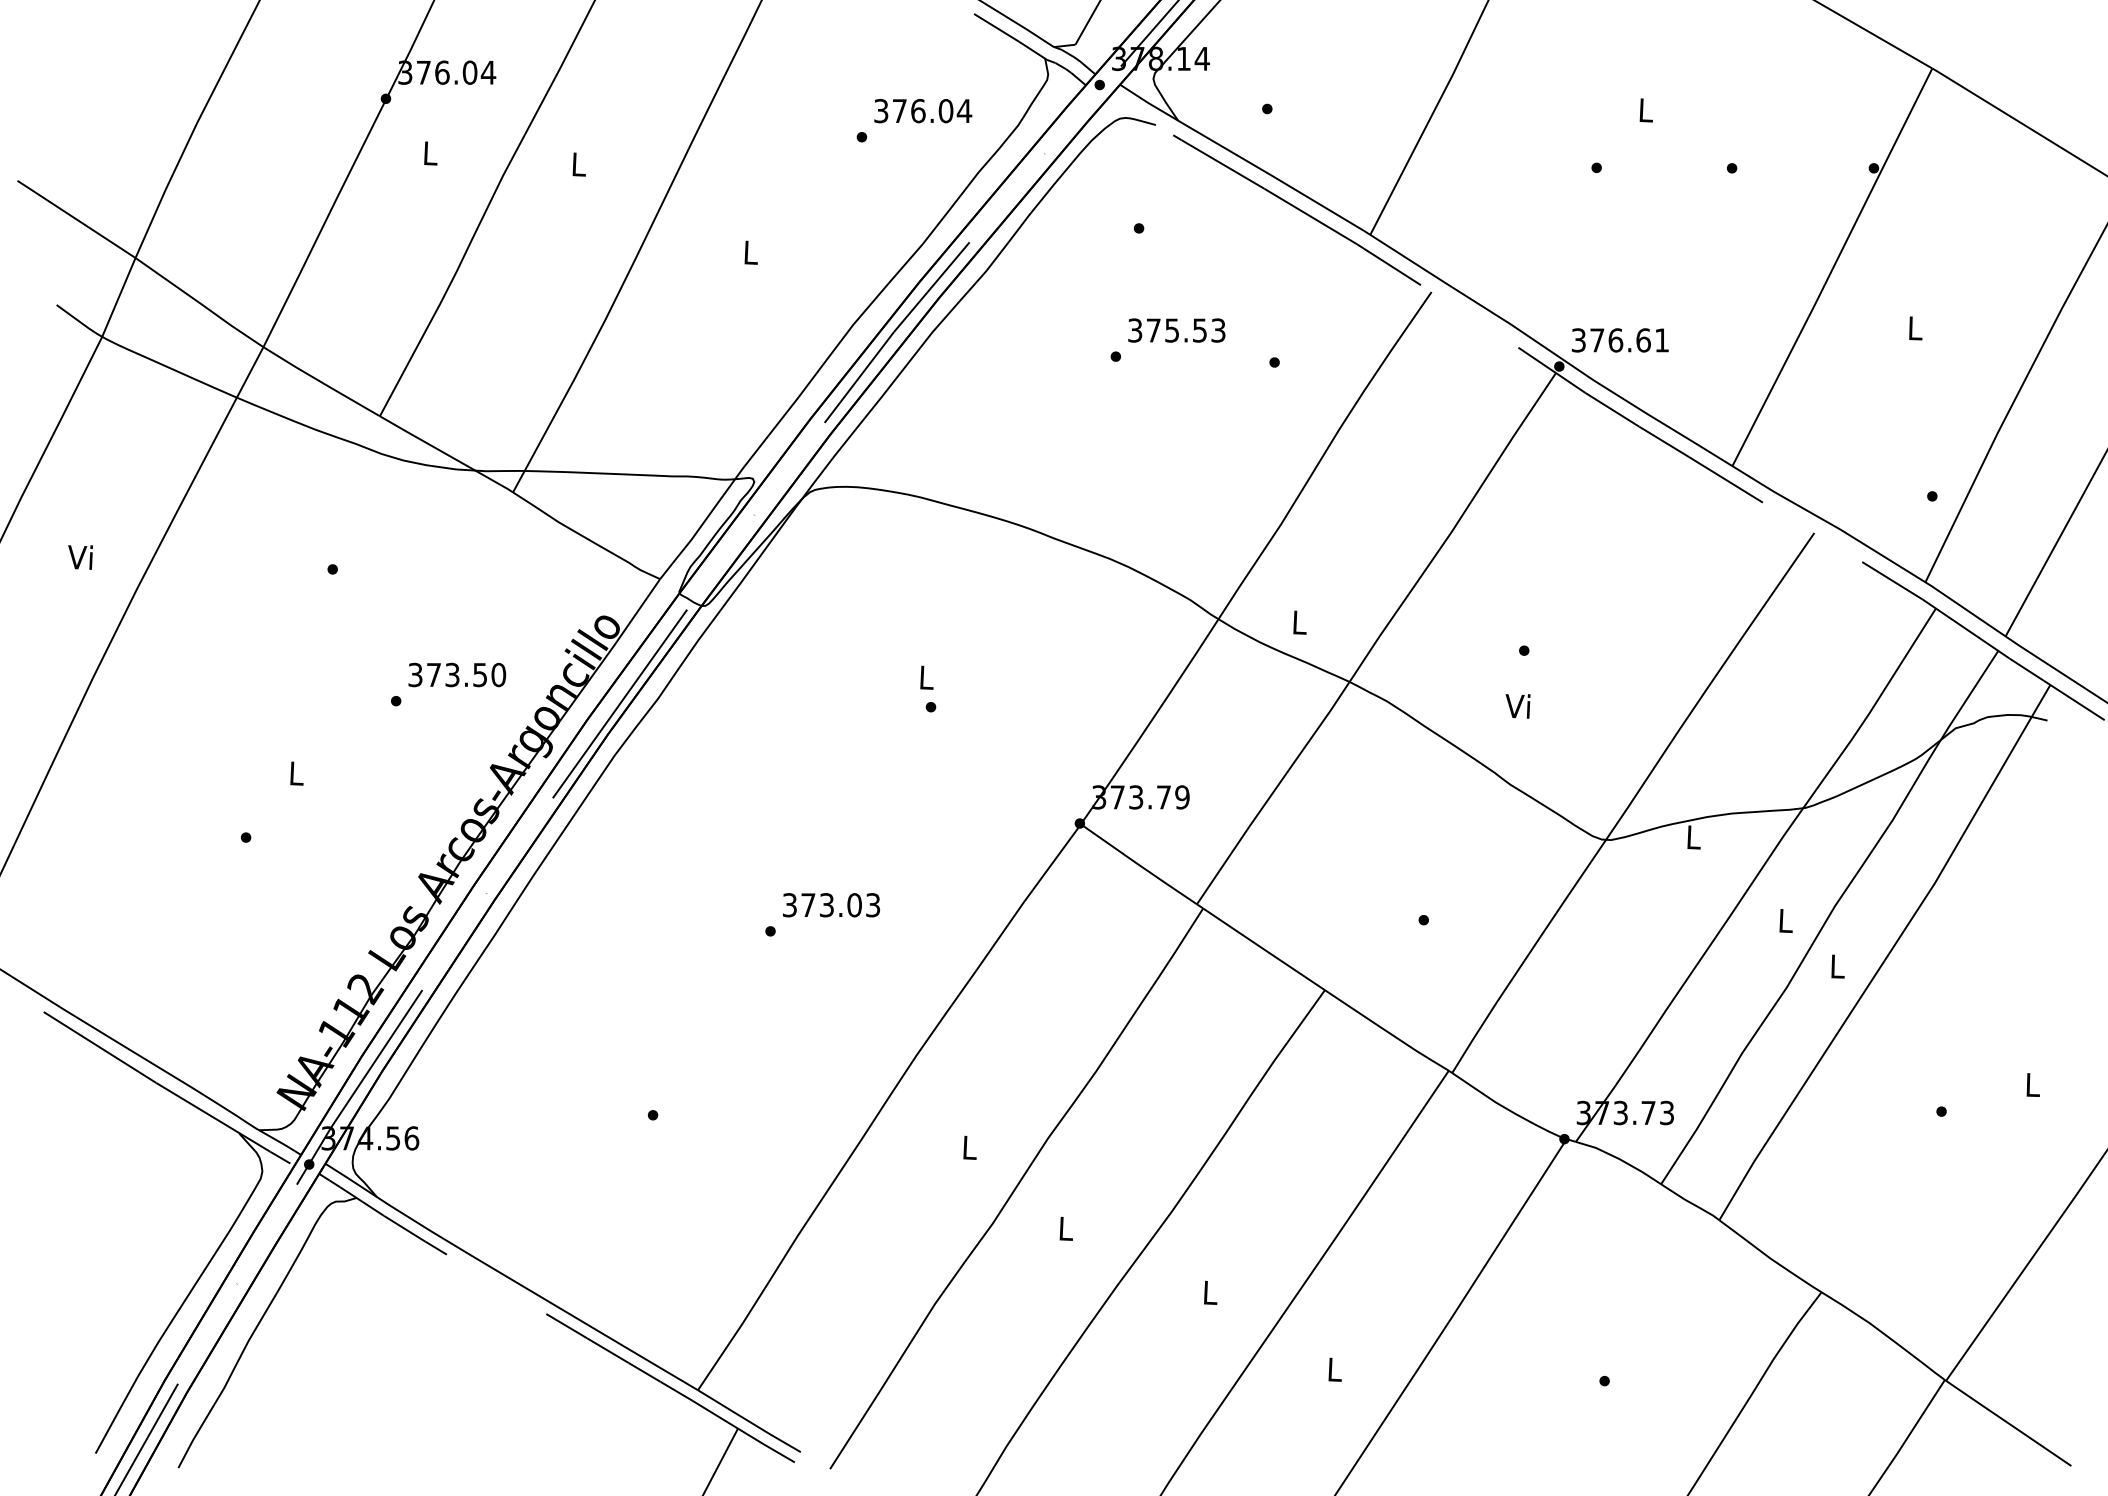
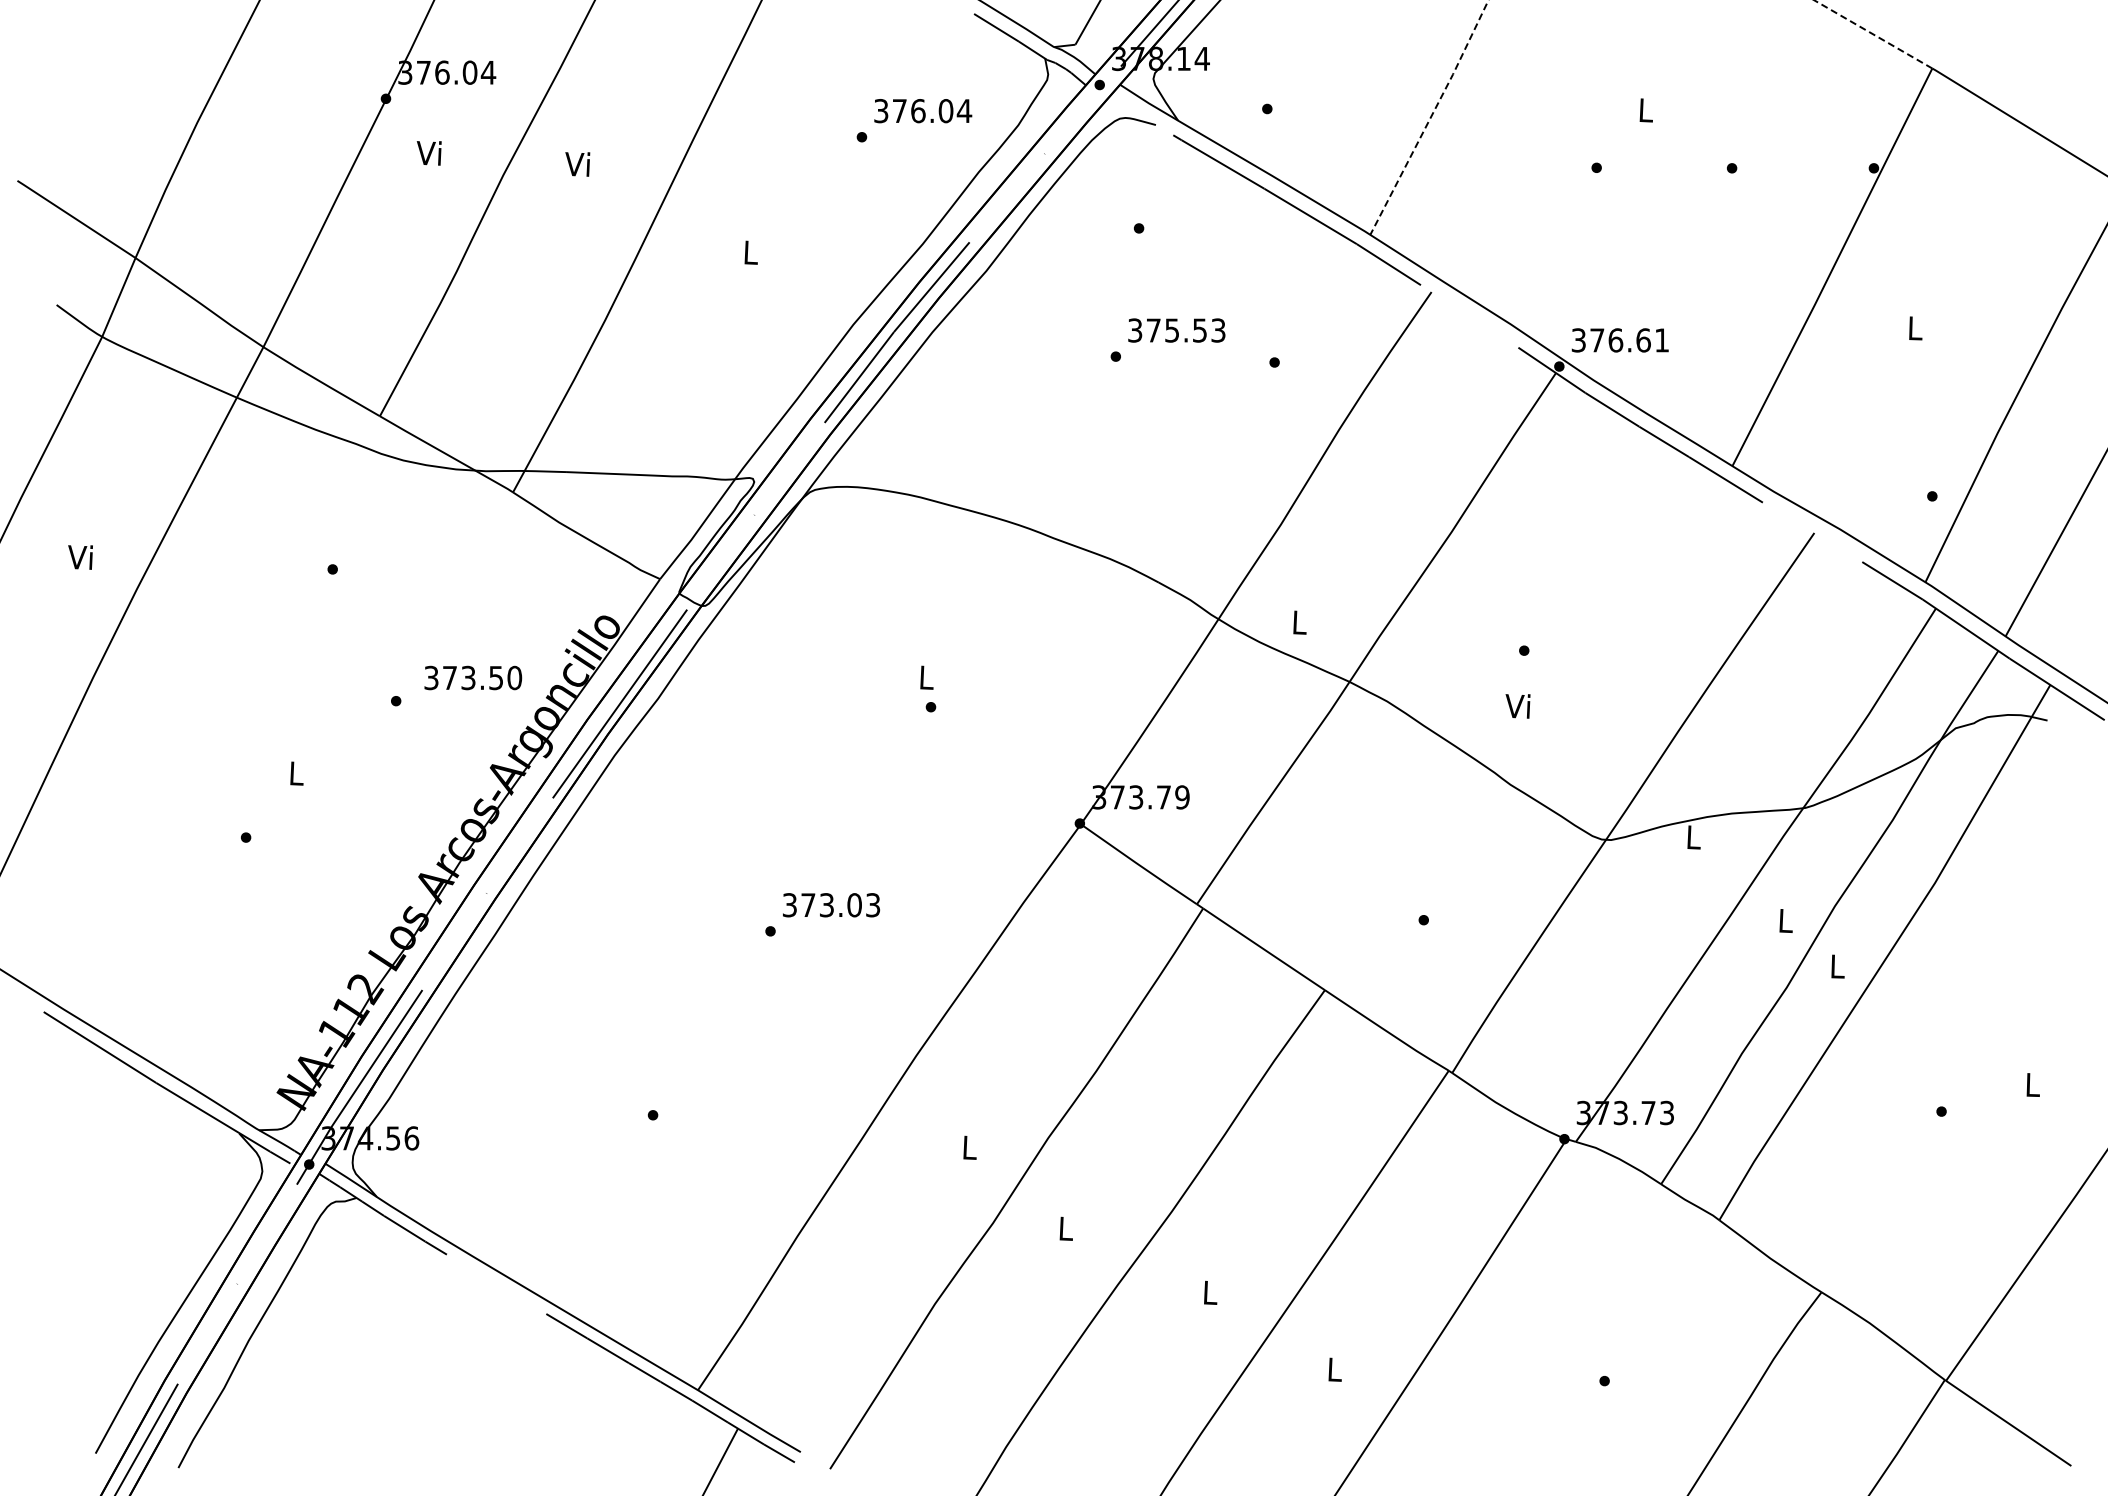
line at (1872, 34): solid -> dashed
line at (1430, 117): solid -> dashed
text at (428, 153): L -> Vi
text at (577, 164): L -> Vi
text at (457, 674) position: (457, 674) -> (473, 677)
